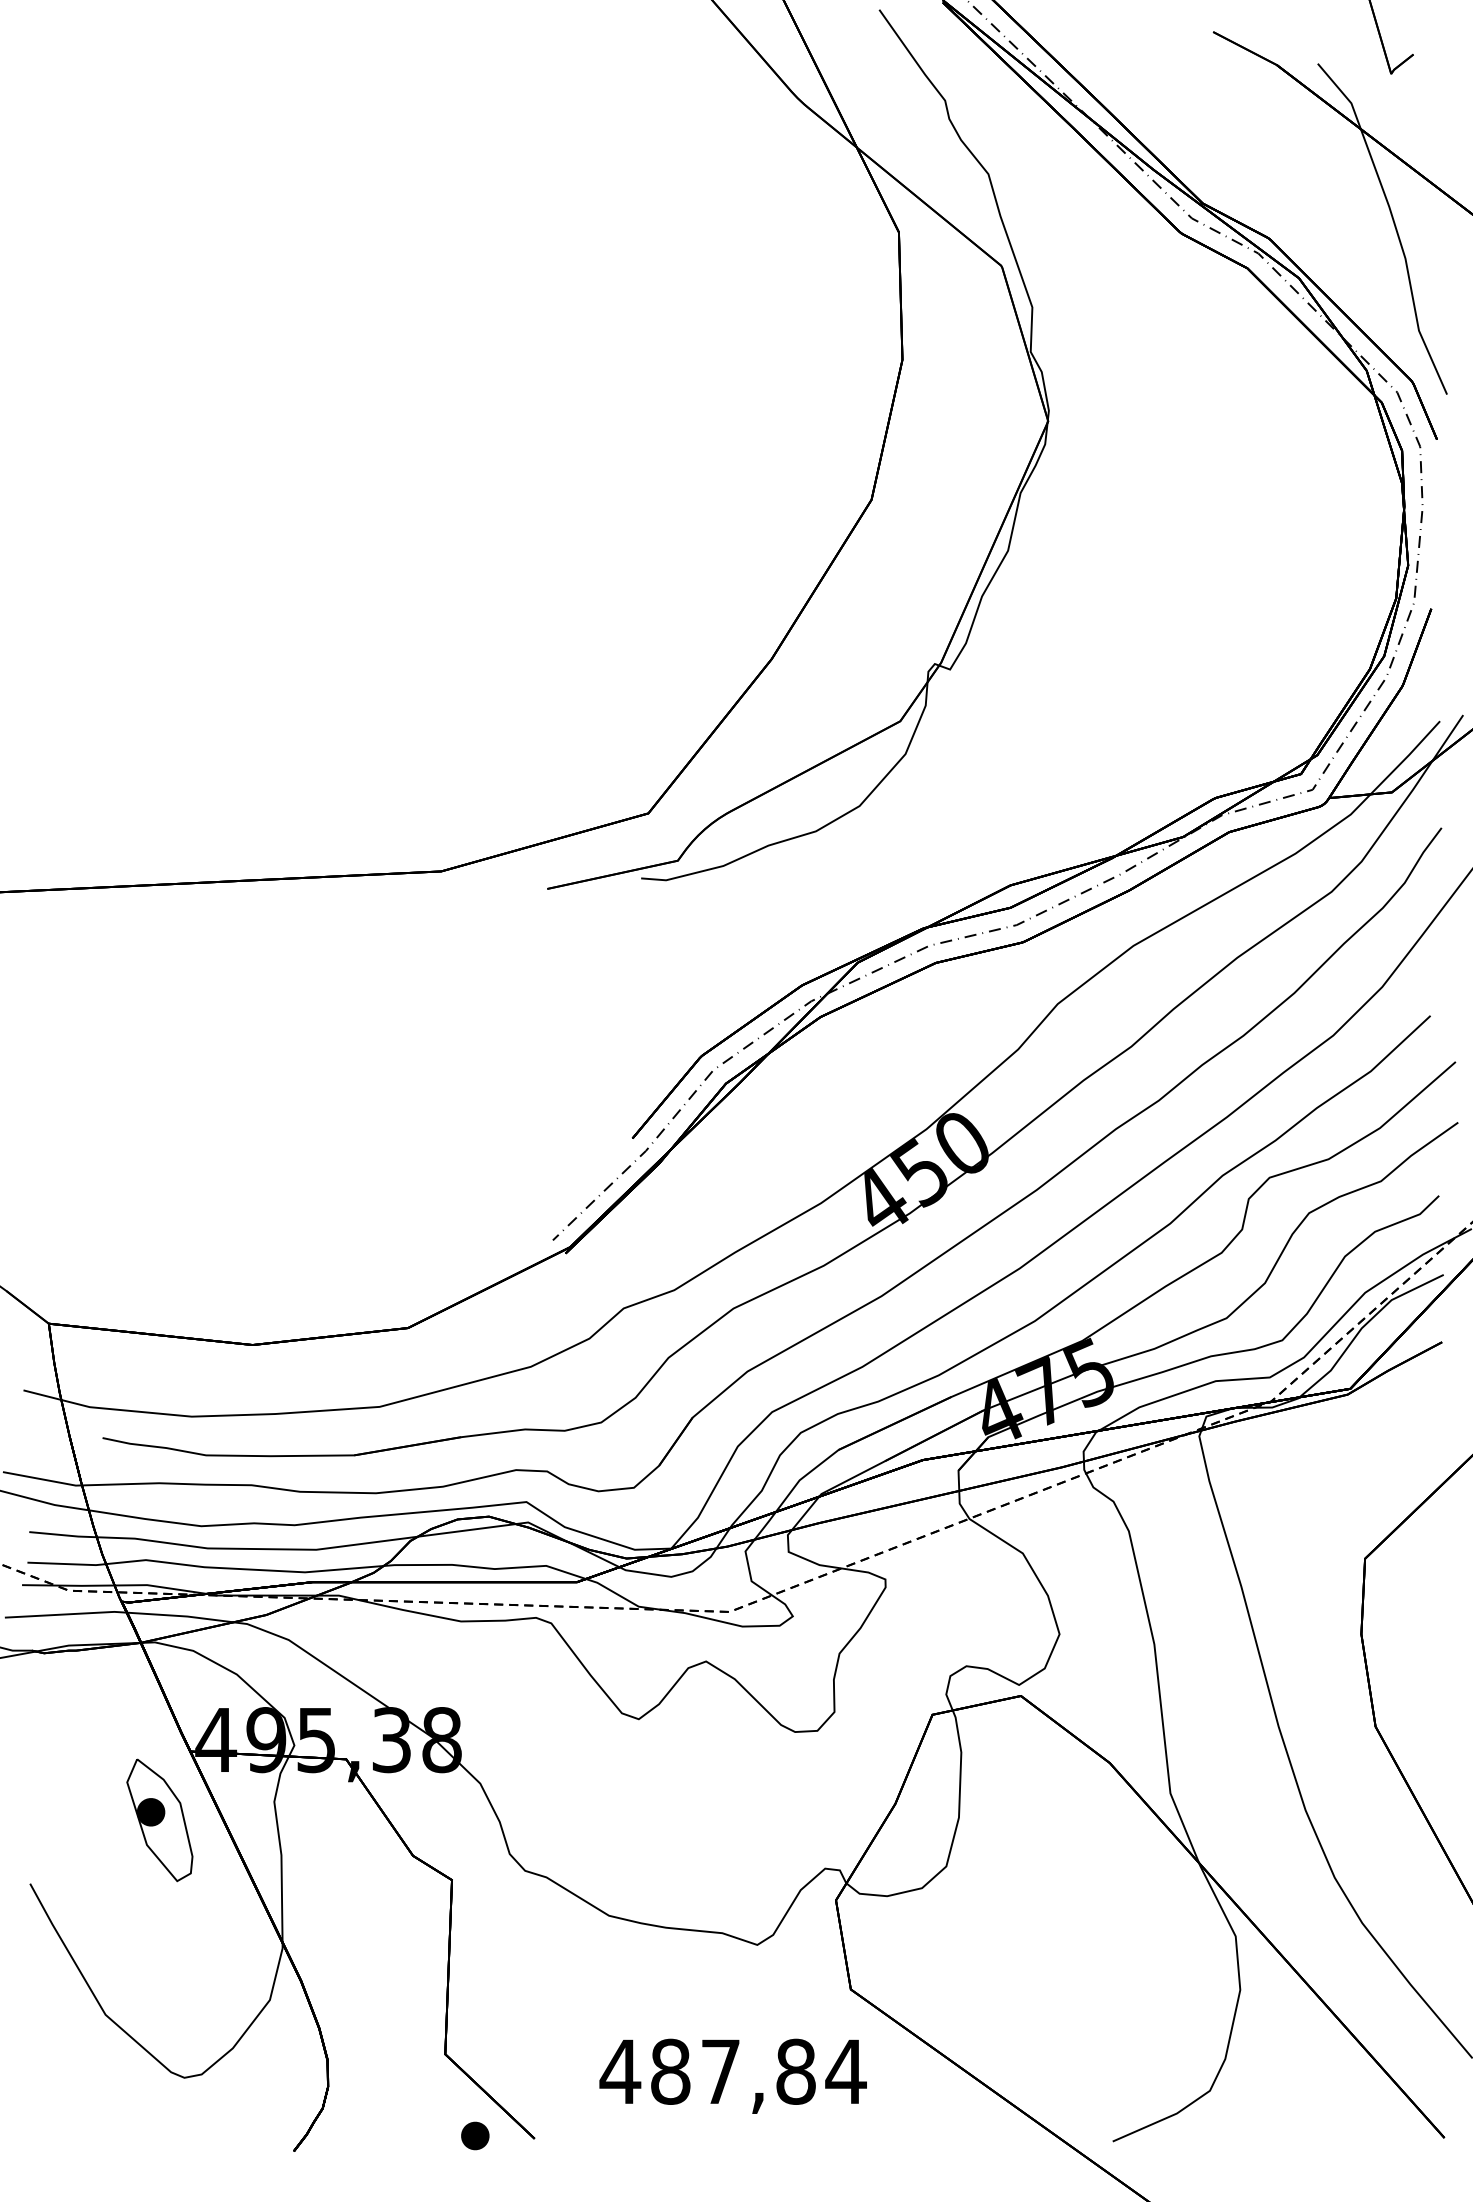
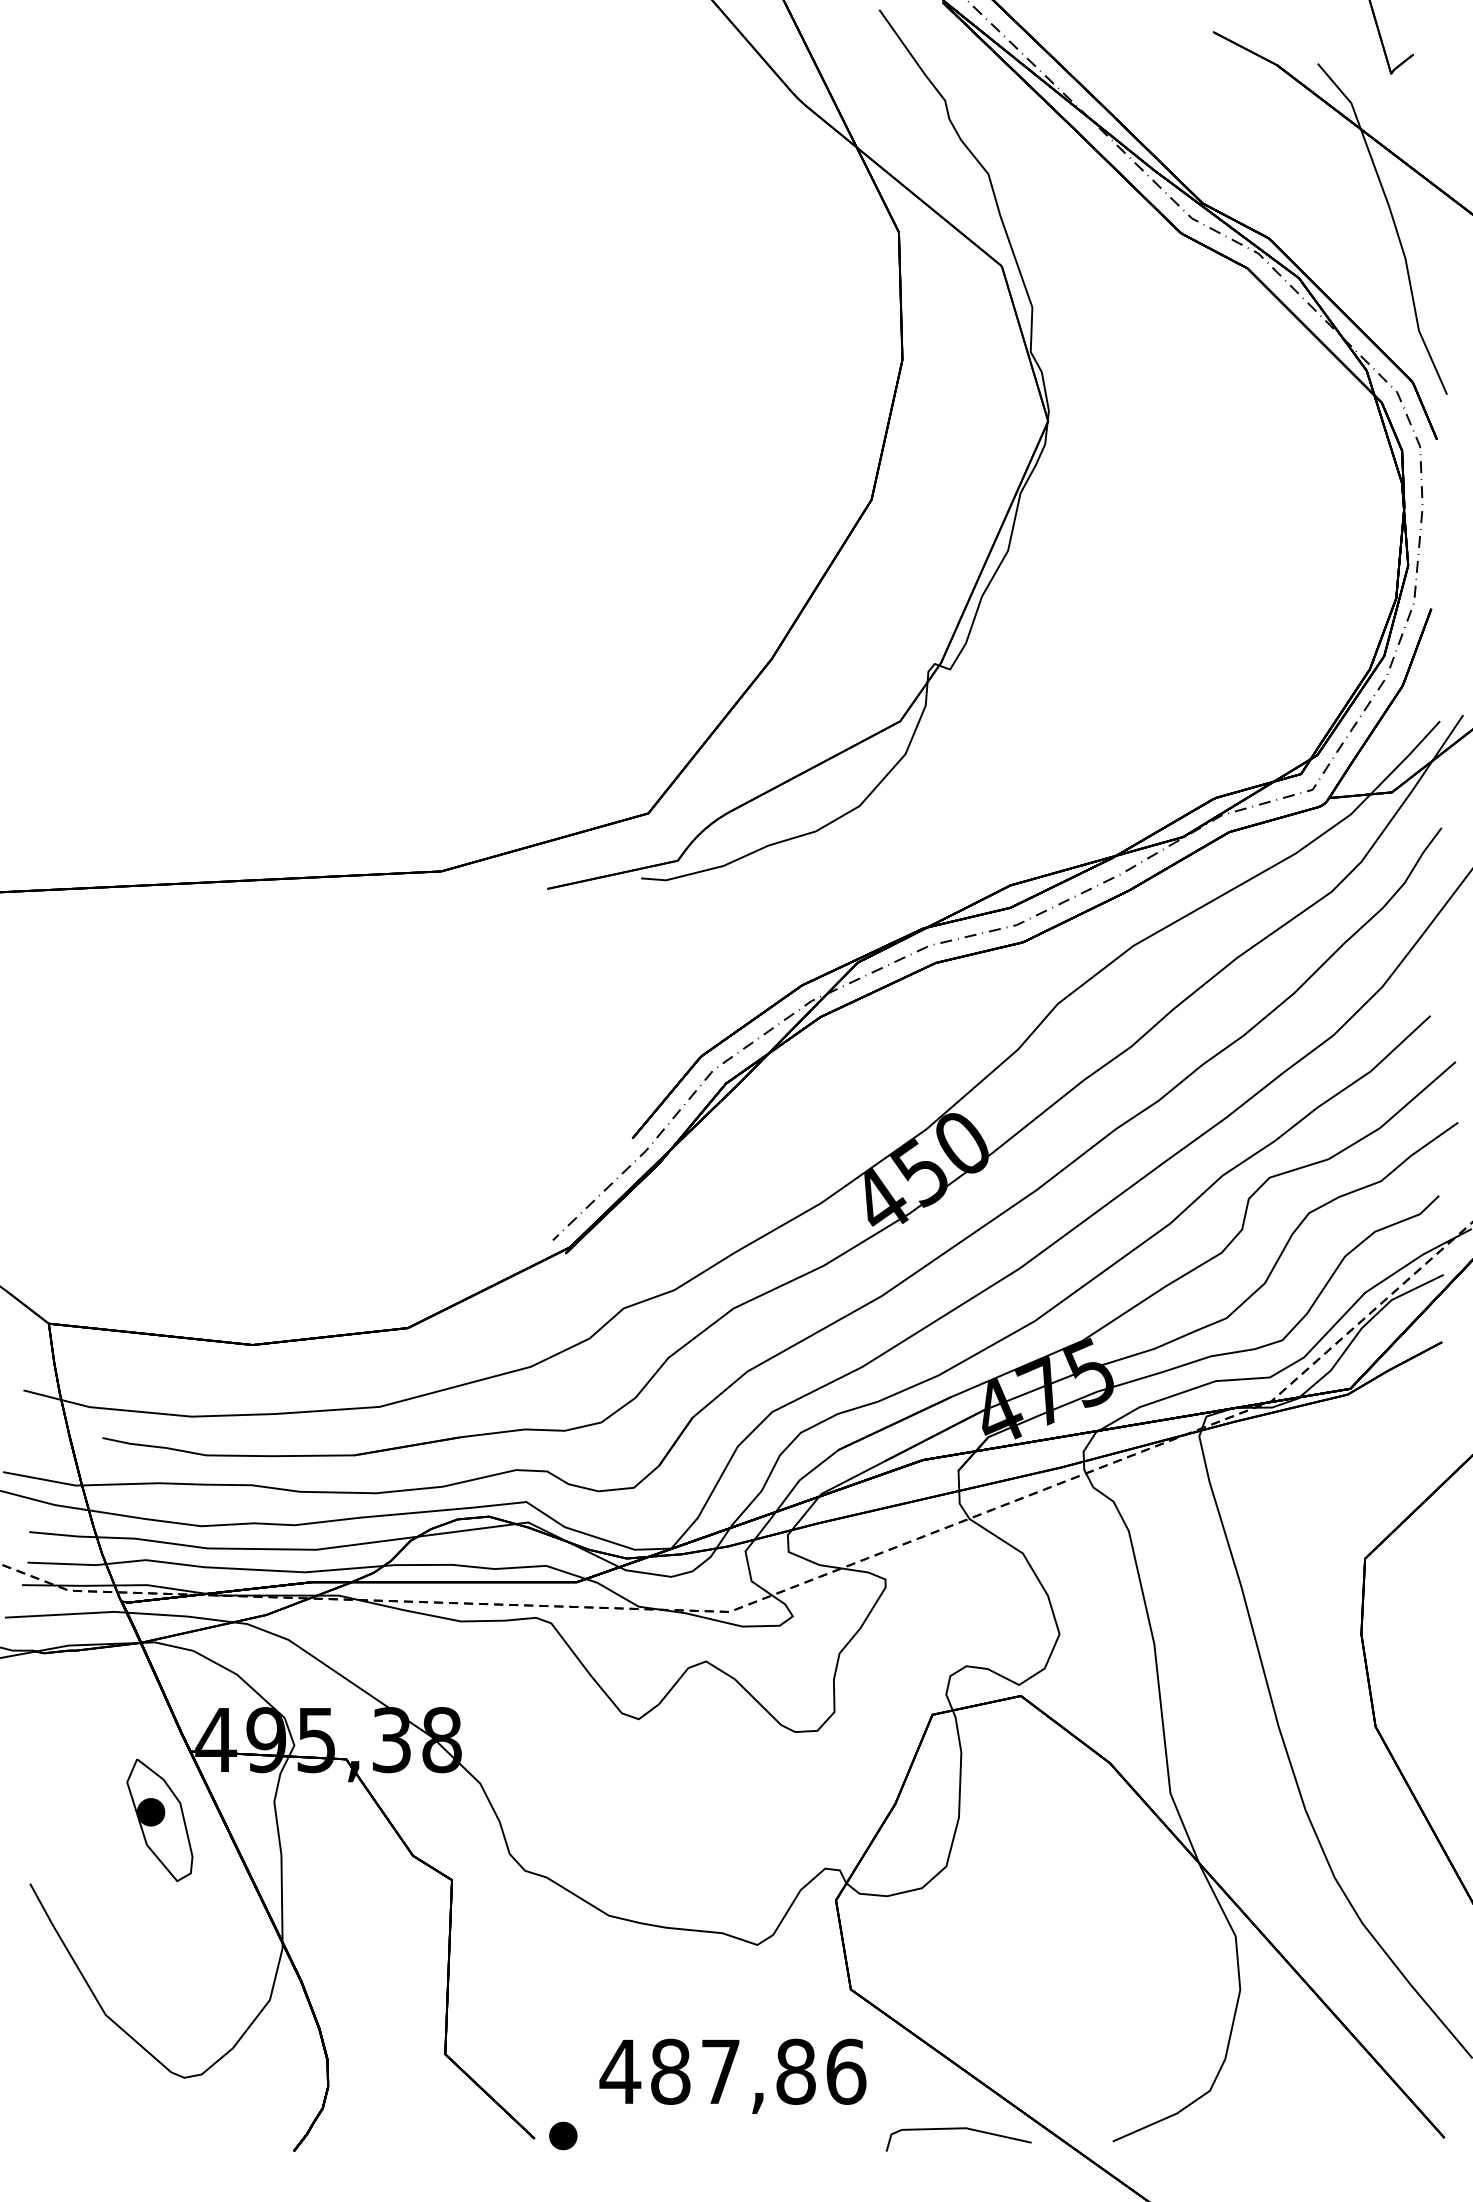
text at (845, 2071): 487,84 -> 487,86
line at (958, 2129): none -> present
part at (475, 2135) position: (475, 2135) -> (563, 2135)
